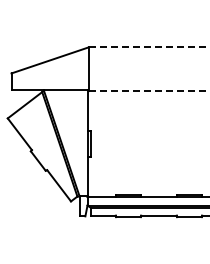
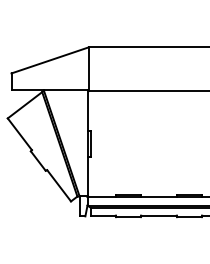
line at (149, 46): dashed -> solid
line at (149, 90): dashed -> solid
